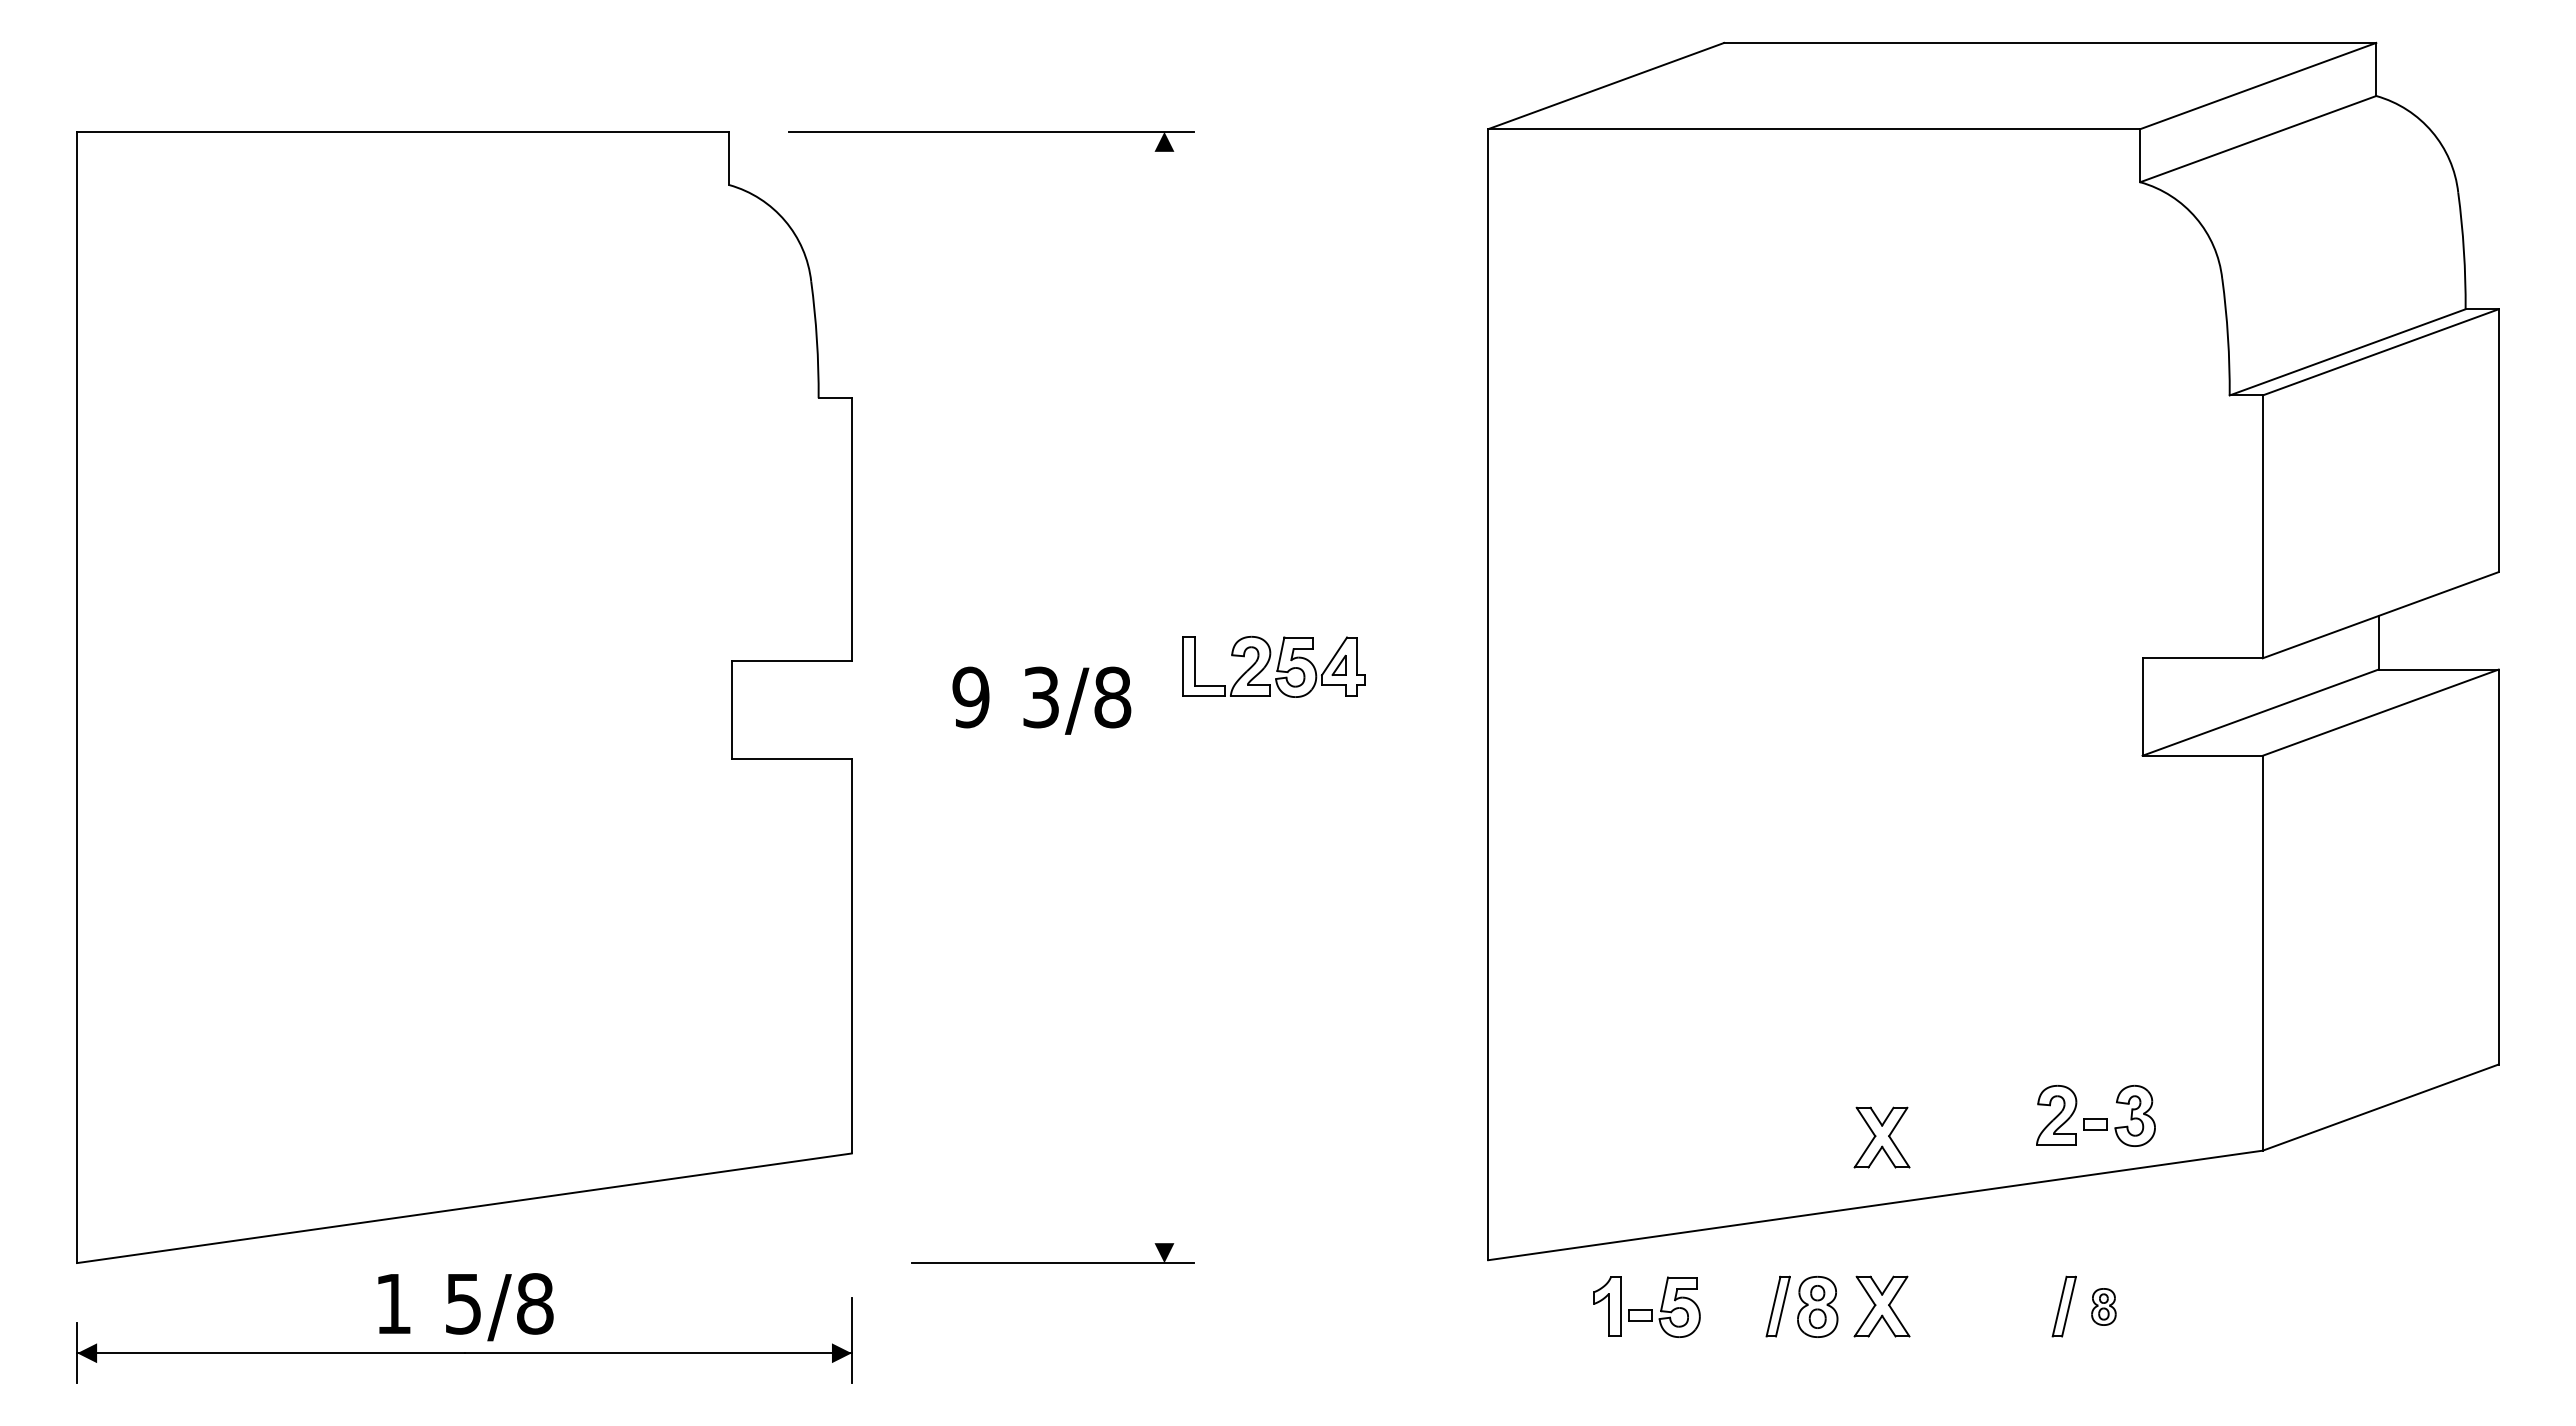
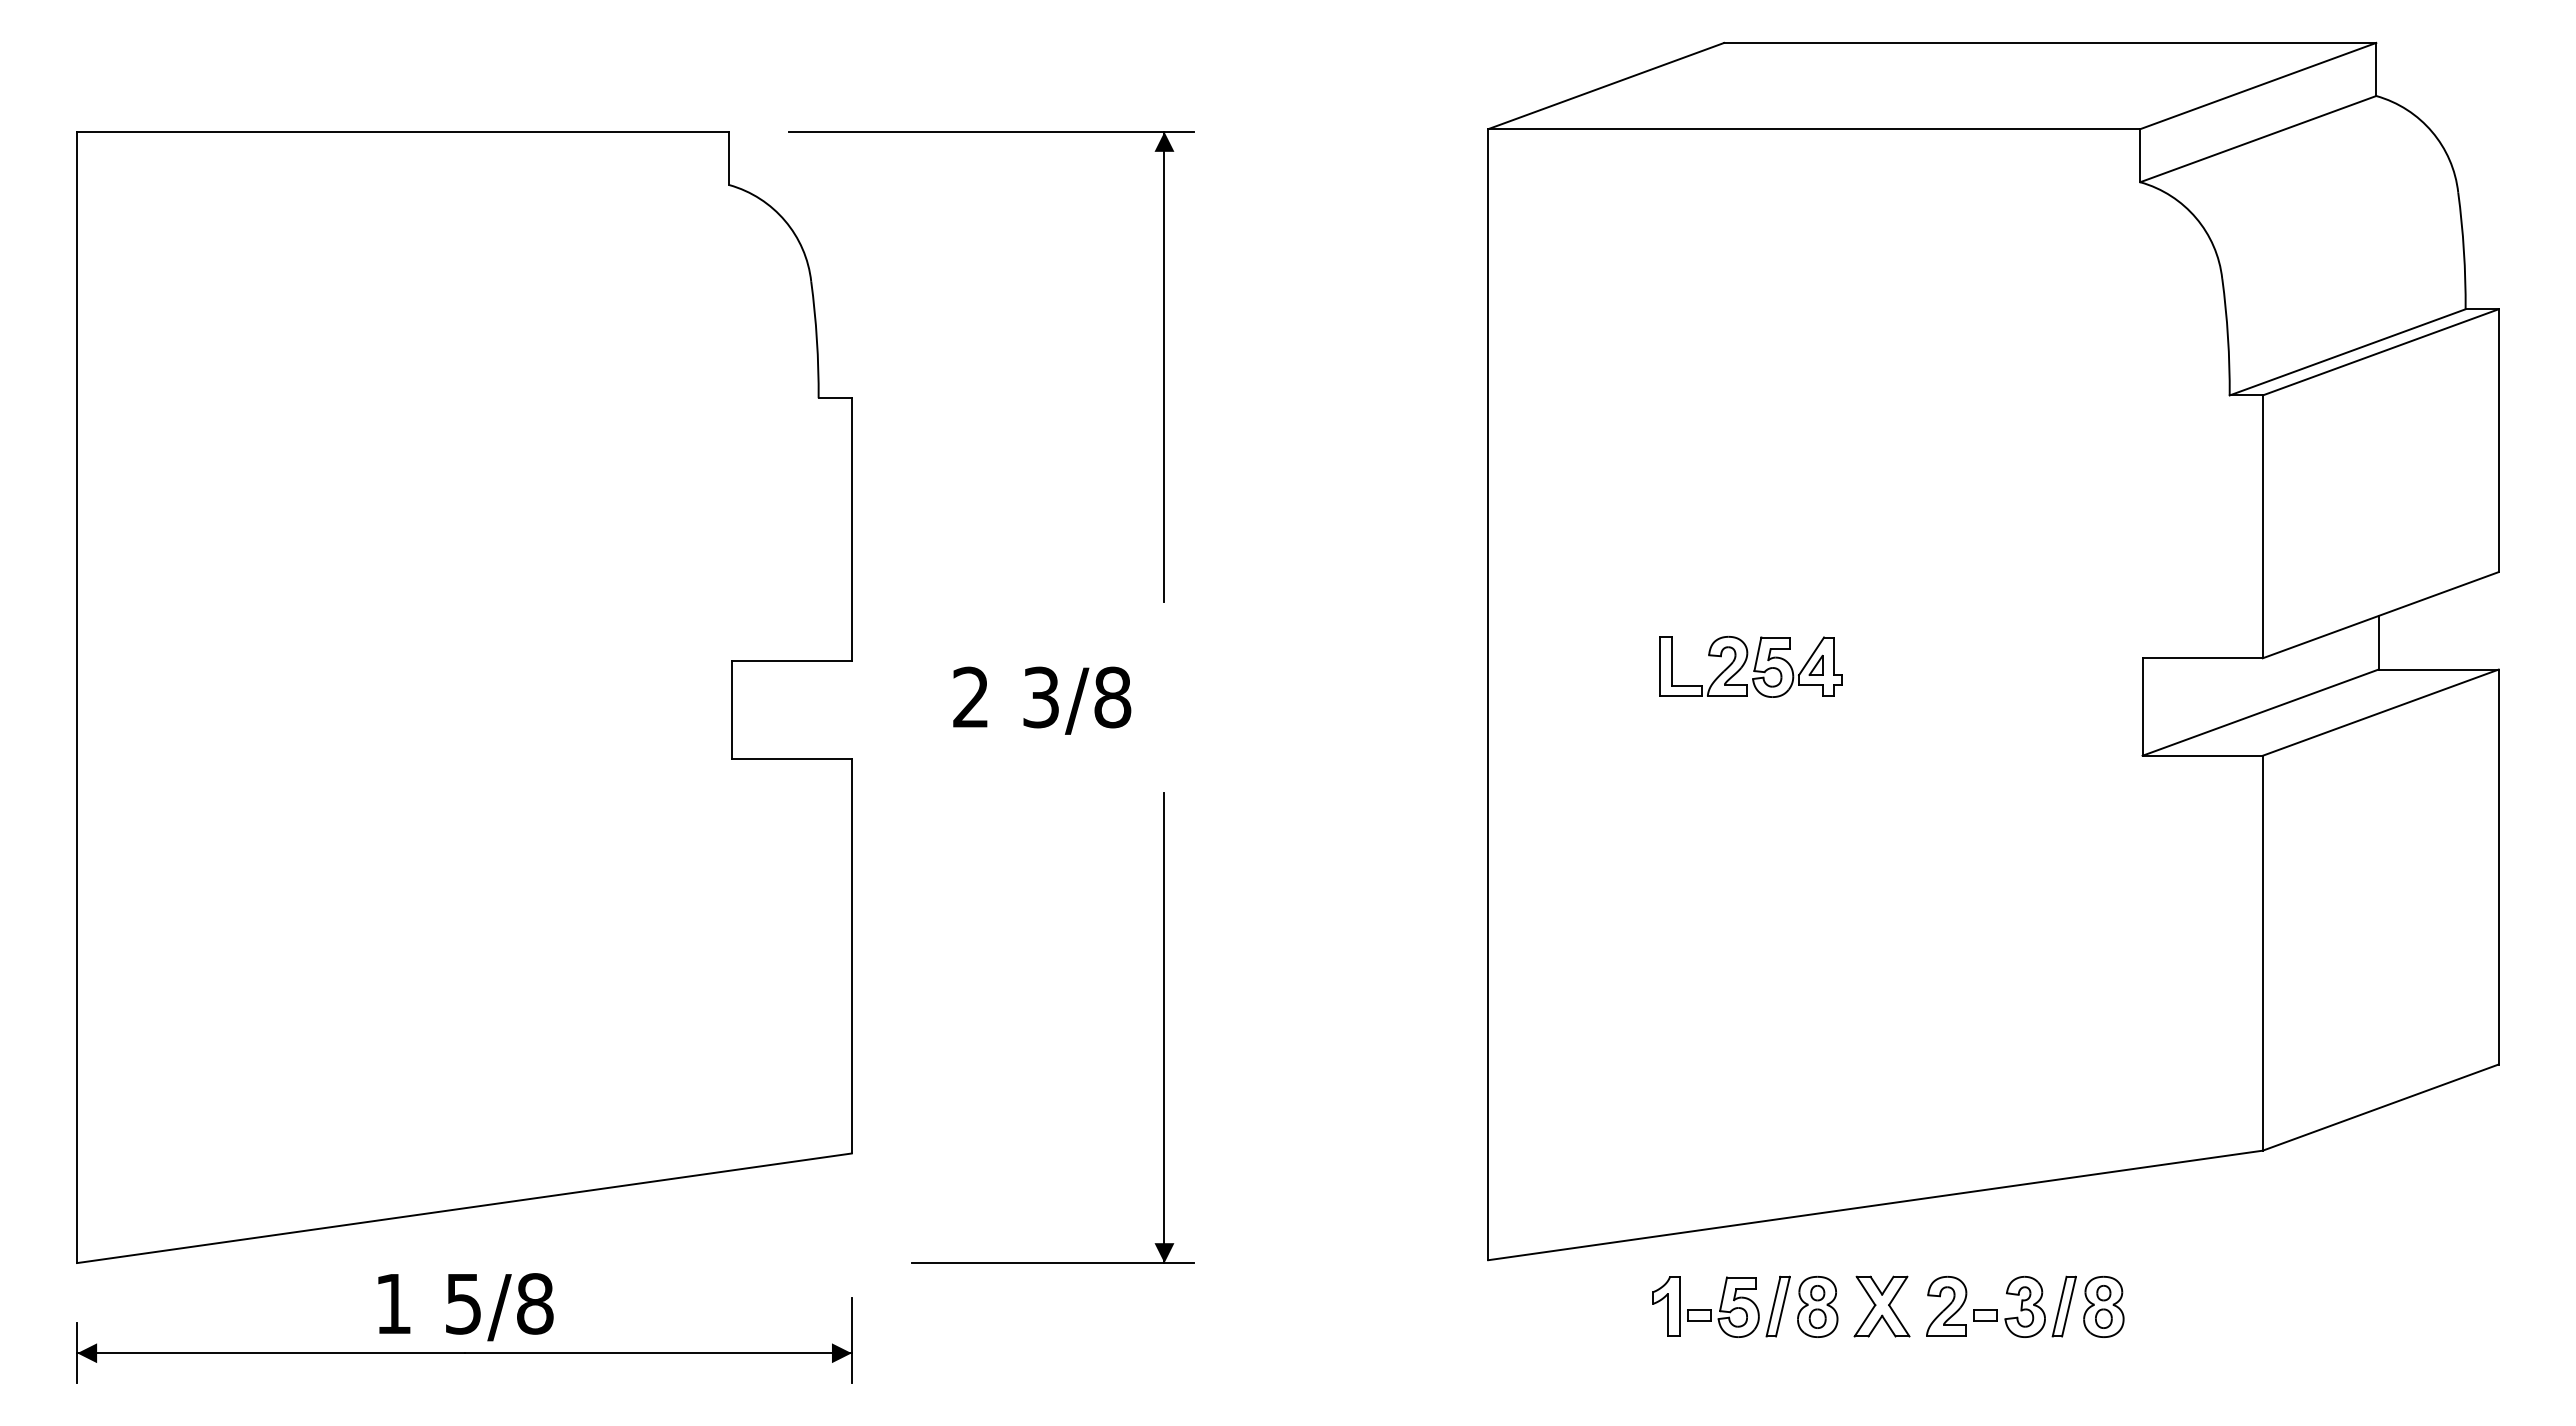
line at (1164, 366): none -> present
part at (1273, 666) position: (1273, 666) -> (1750, 666)
text at (970, 697): 9 -> 2
line at (1164, 1027): none -> present
part at (2095, 1115) position: (2095, 1115) -> (1985, 1306)
part at (1881, 1137): present -> none
part at (1646, 1306) position: (1646, 1306) -> (1705, 1306)
part at (2103, 1306) size: 26x38 px -> 42x62 px
